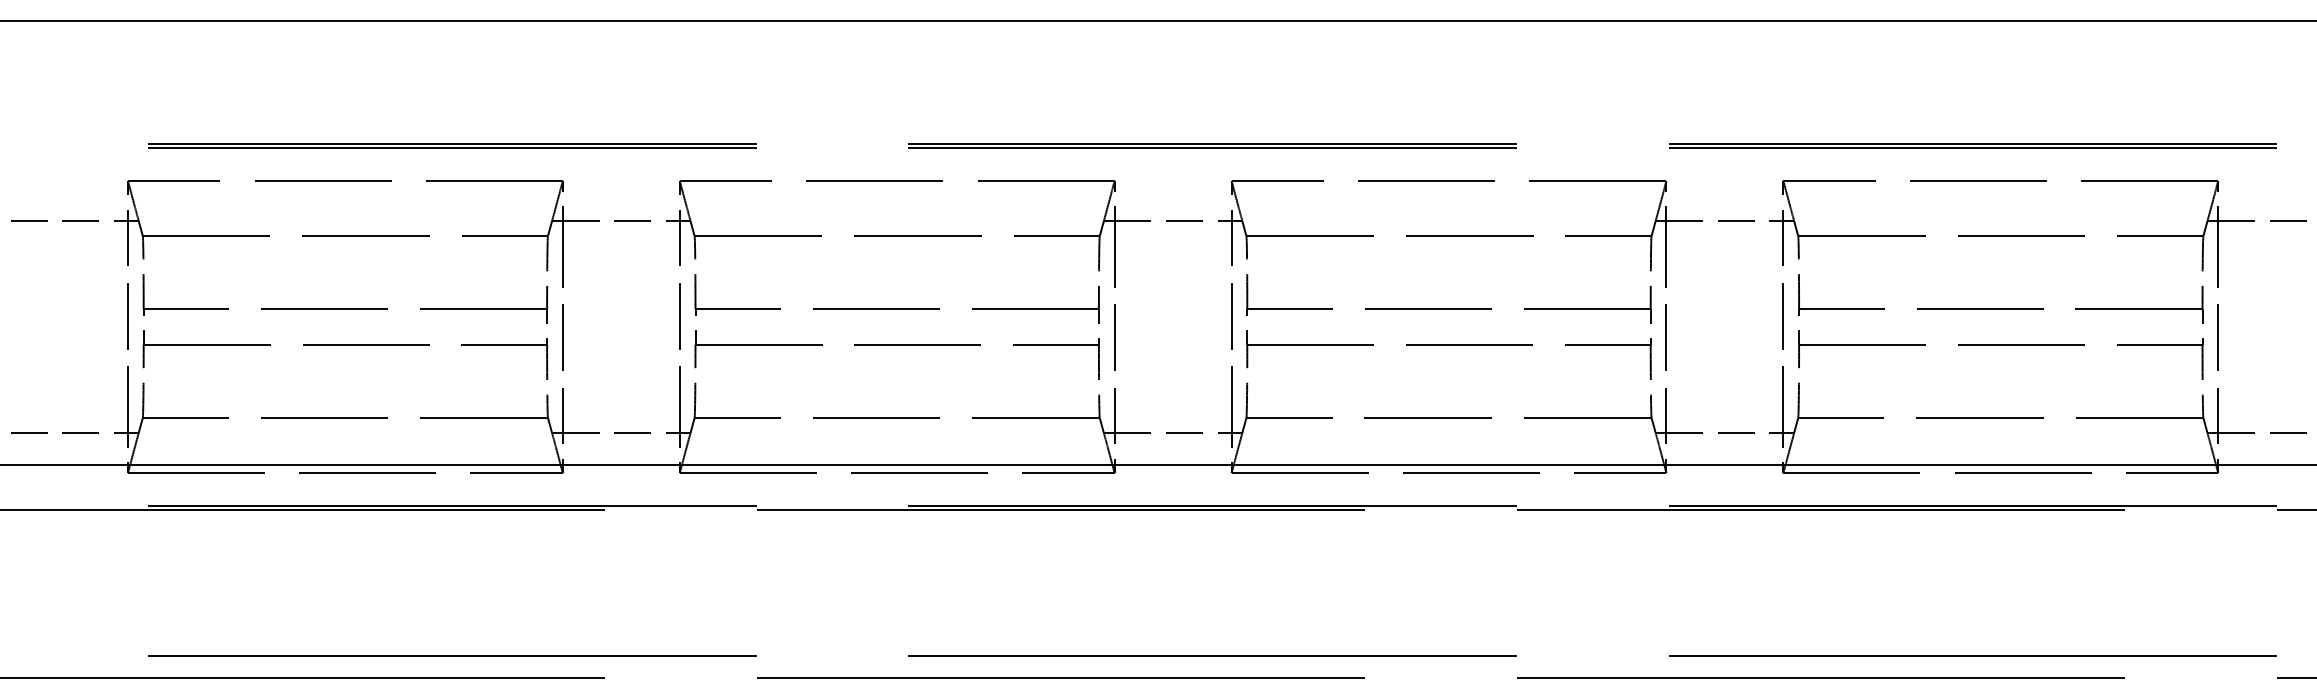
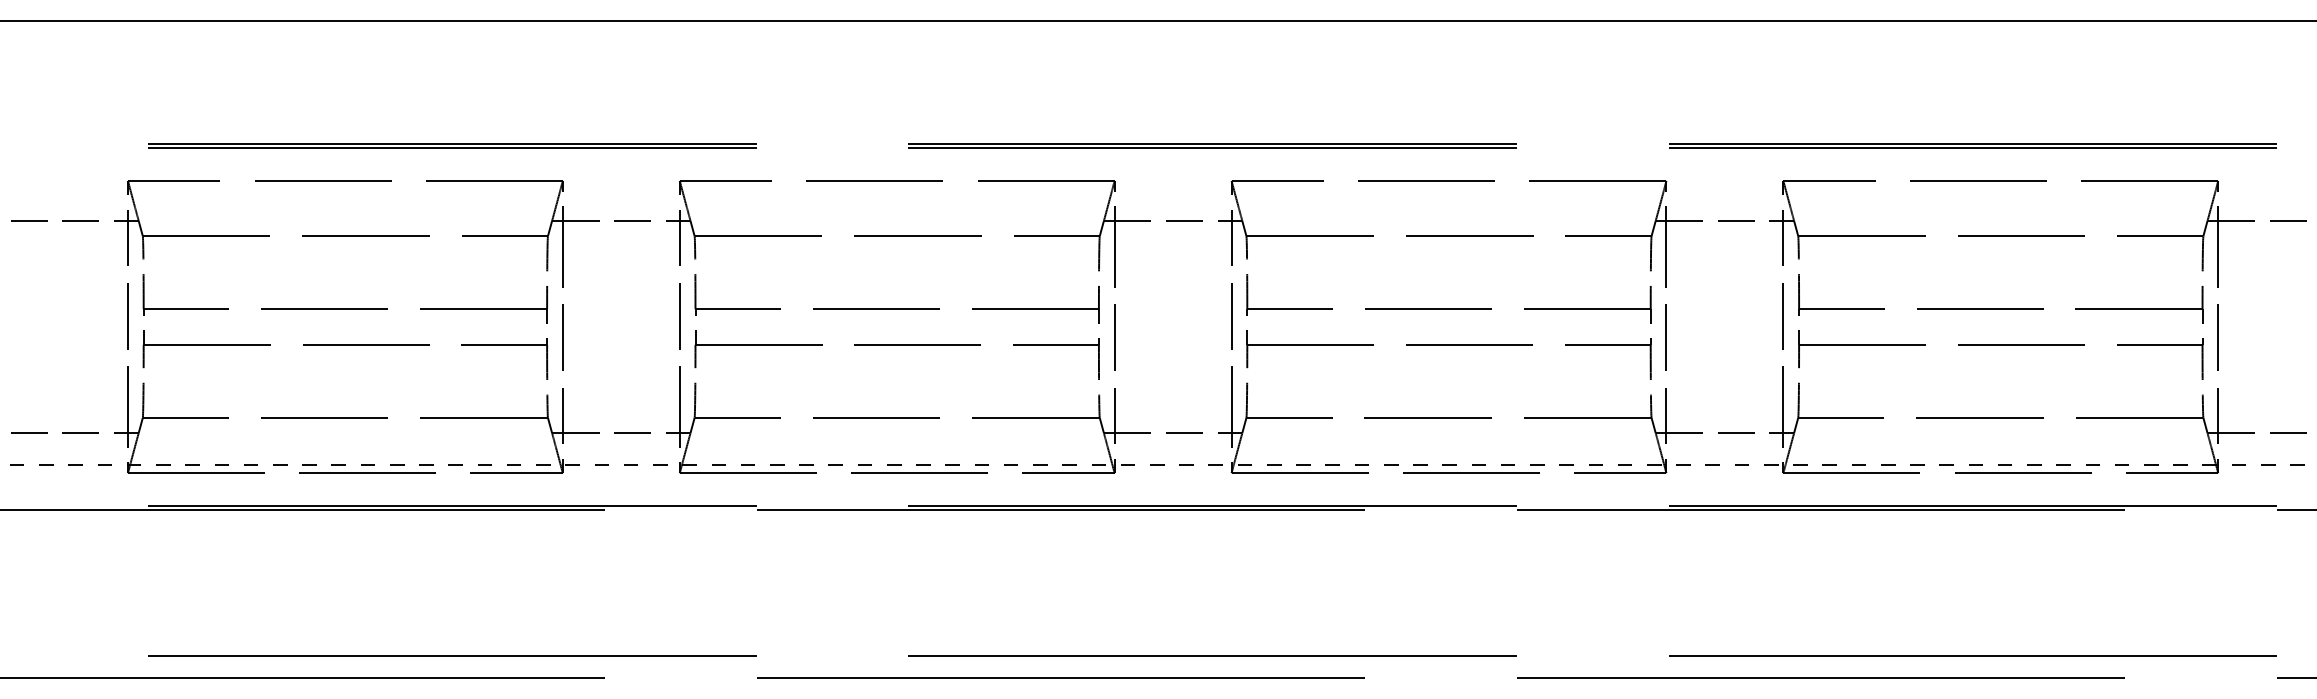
line at (1158, 465): solid -> dashed
